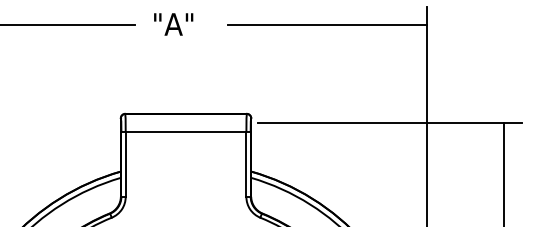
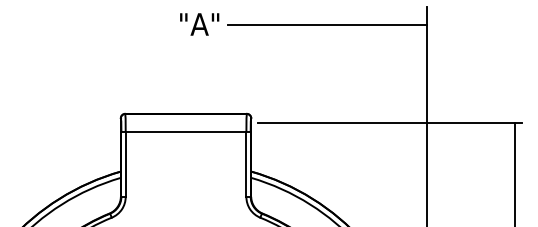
line at (68, 24): present -> none
text at (173, 24) position: (173, 24) -> (199, 24)
line at (503, 172) position: (503, 172) -> (514, 172)
